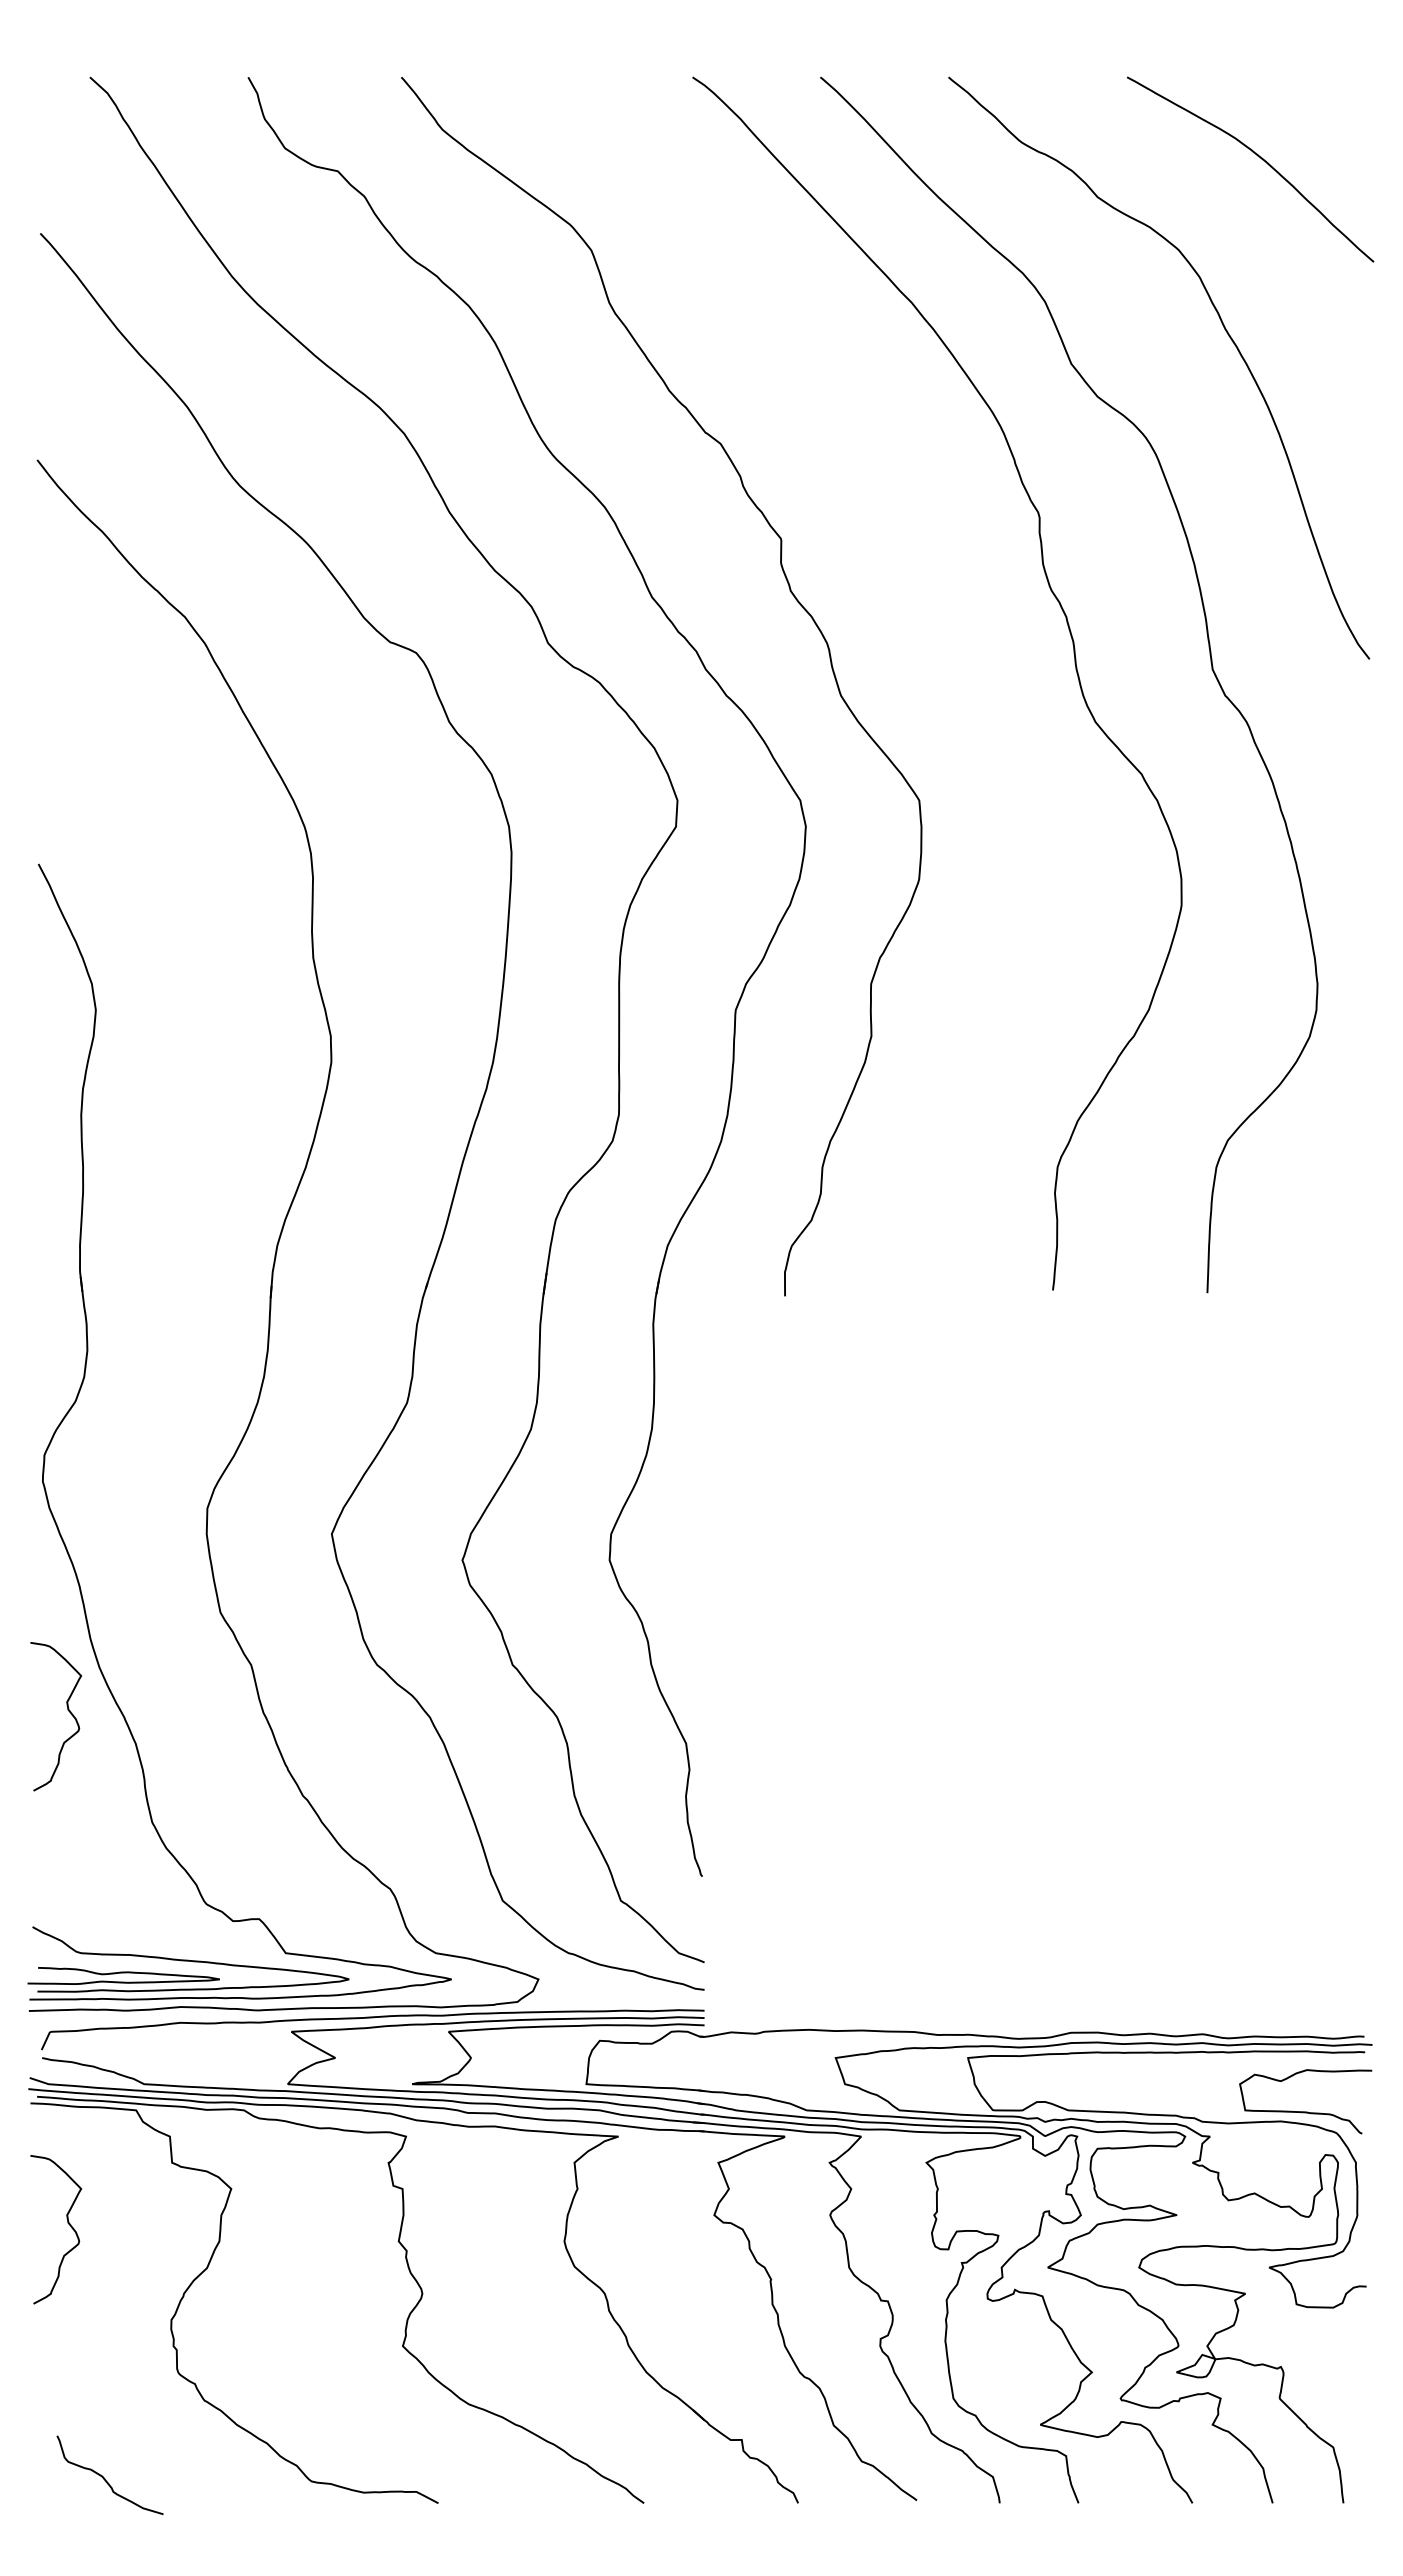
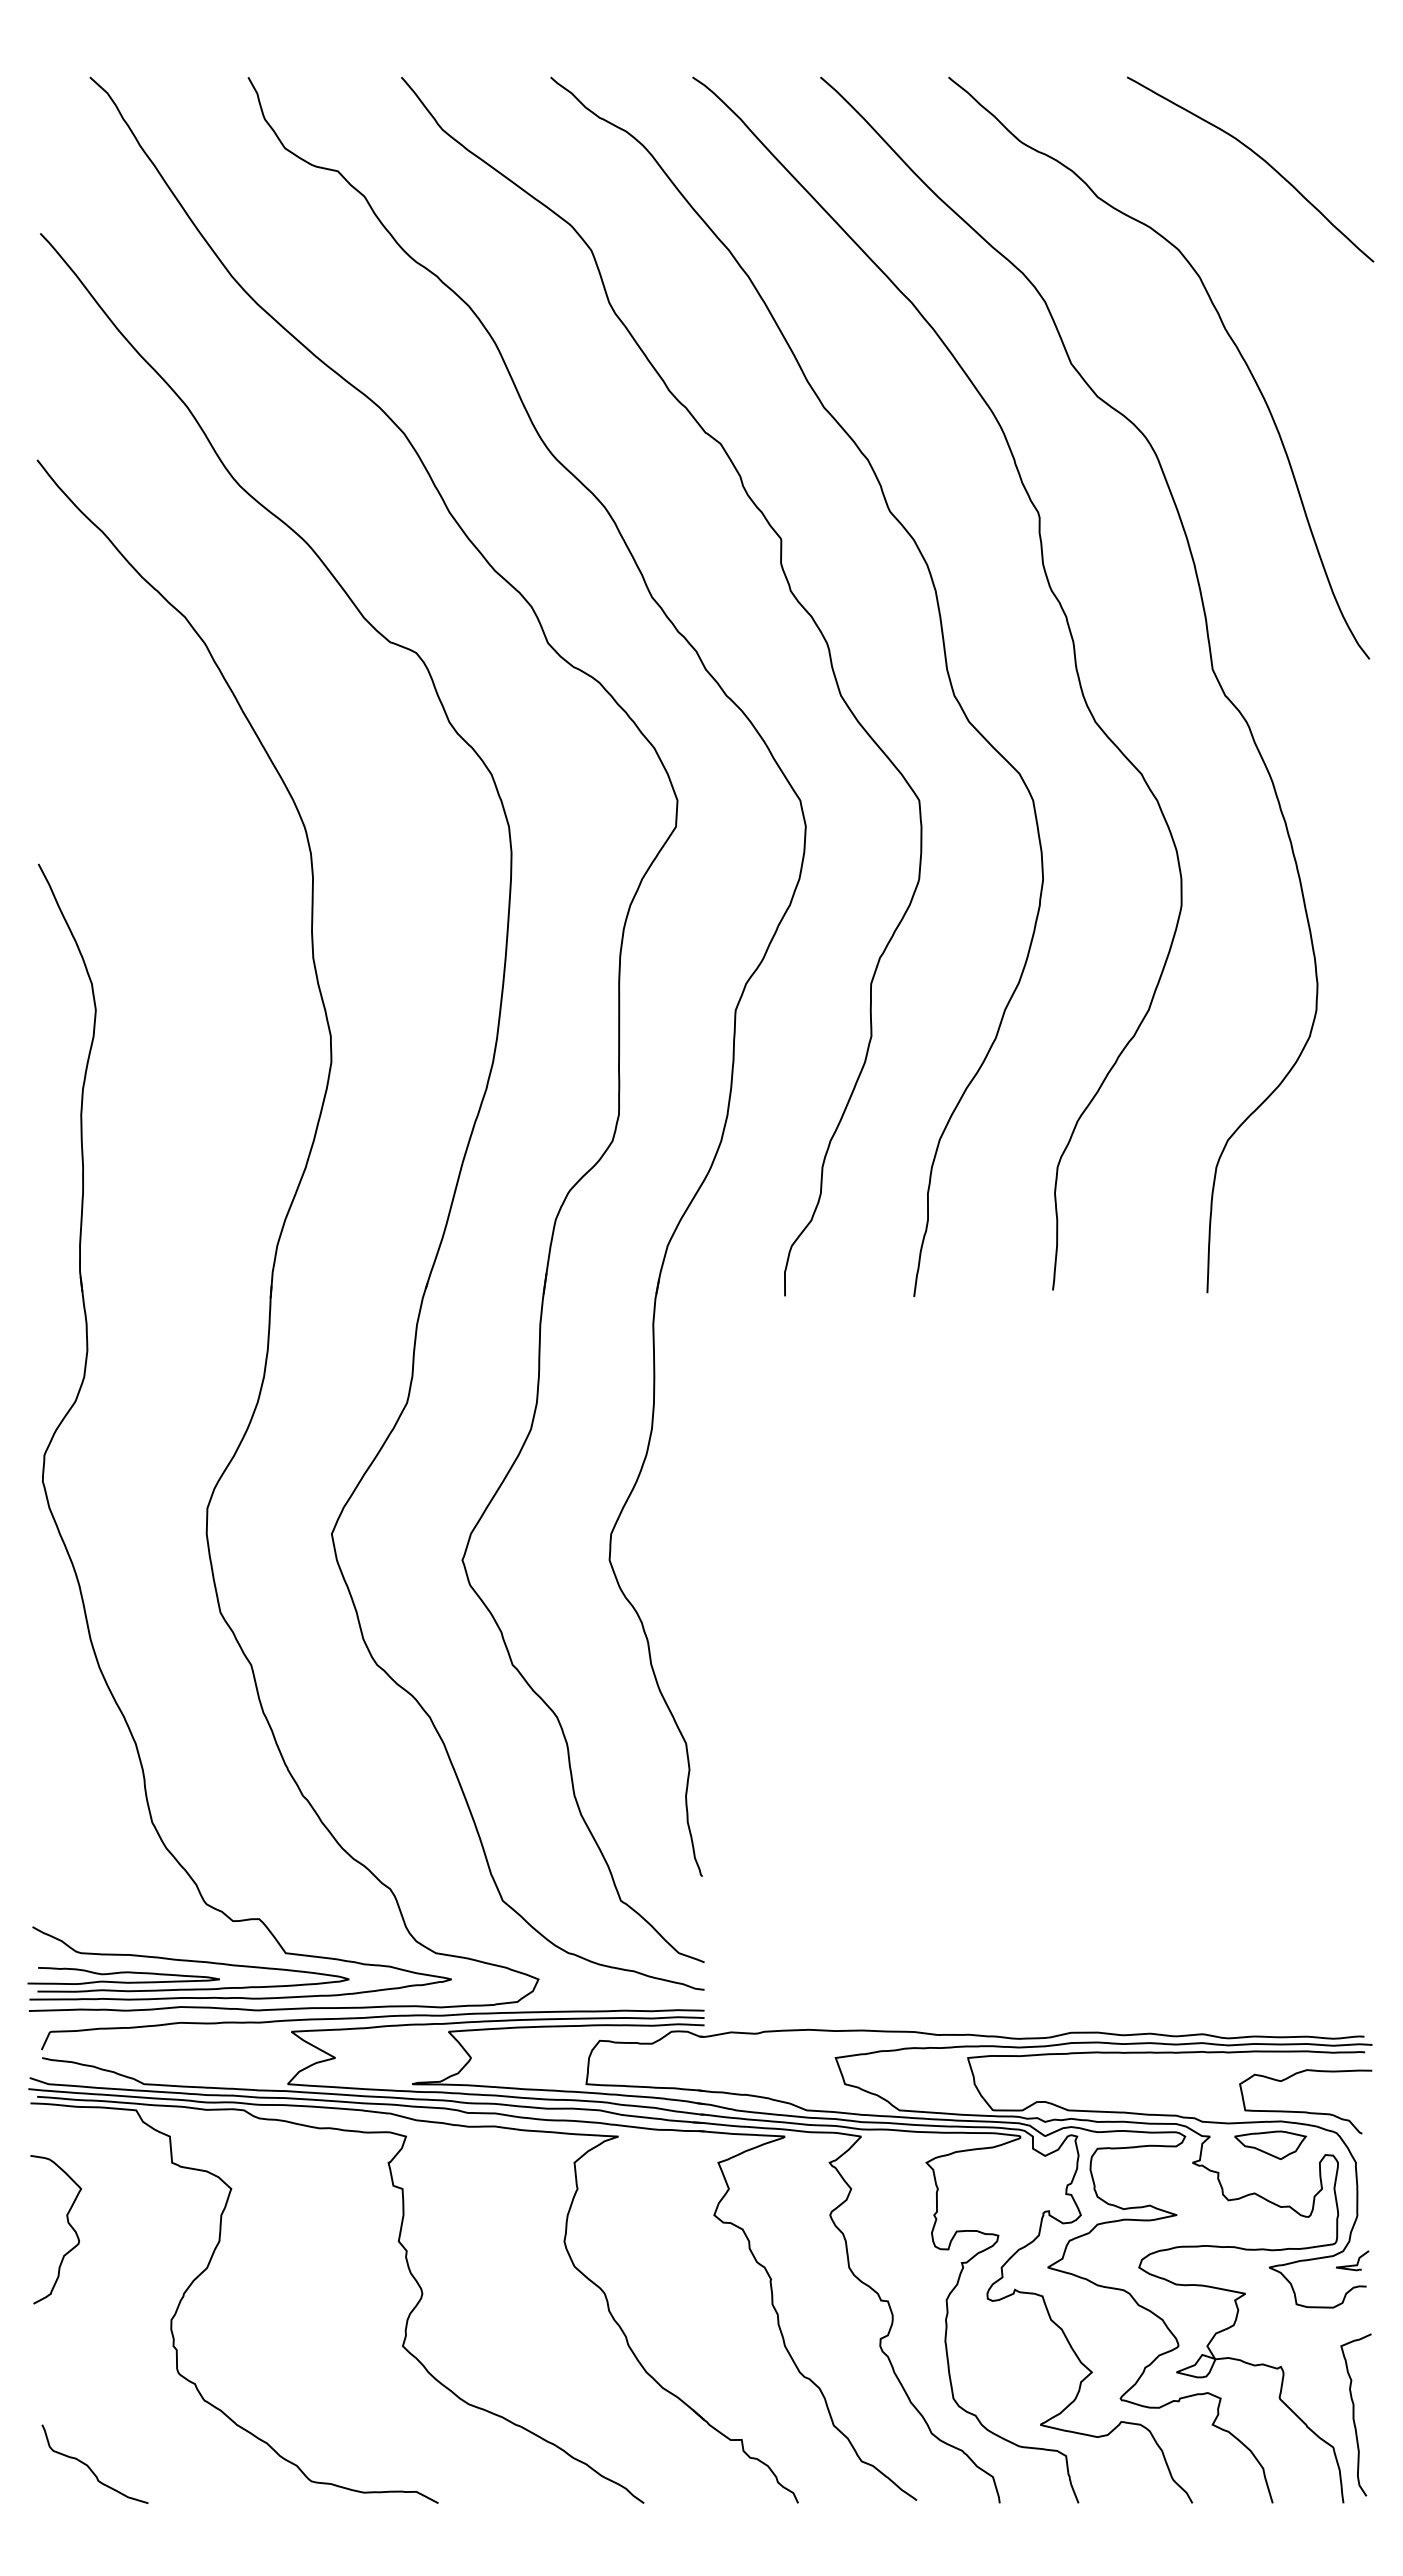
curve at (945, 666): none -> present
curve at (67, 1710): present -> none
part at (1270, 2144): none -> present
curve at (1352, 2264): none -> present
curve at (1354, 2414): none -> present
curve at (105, 2478) position: (105, 2478) -> (90, 2467)
